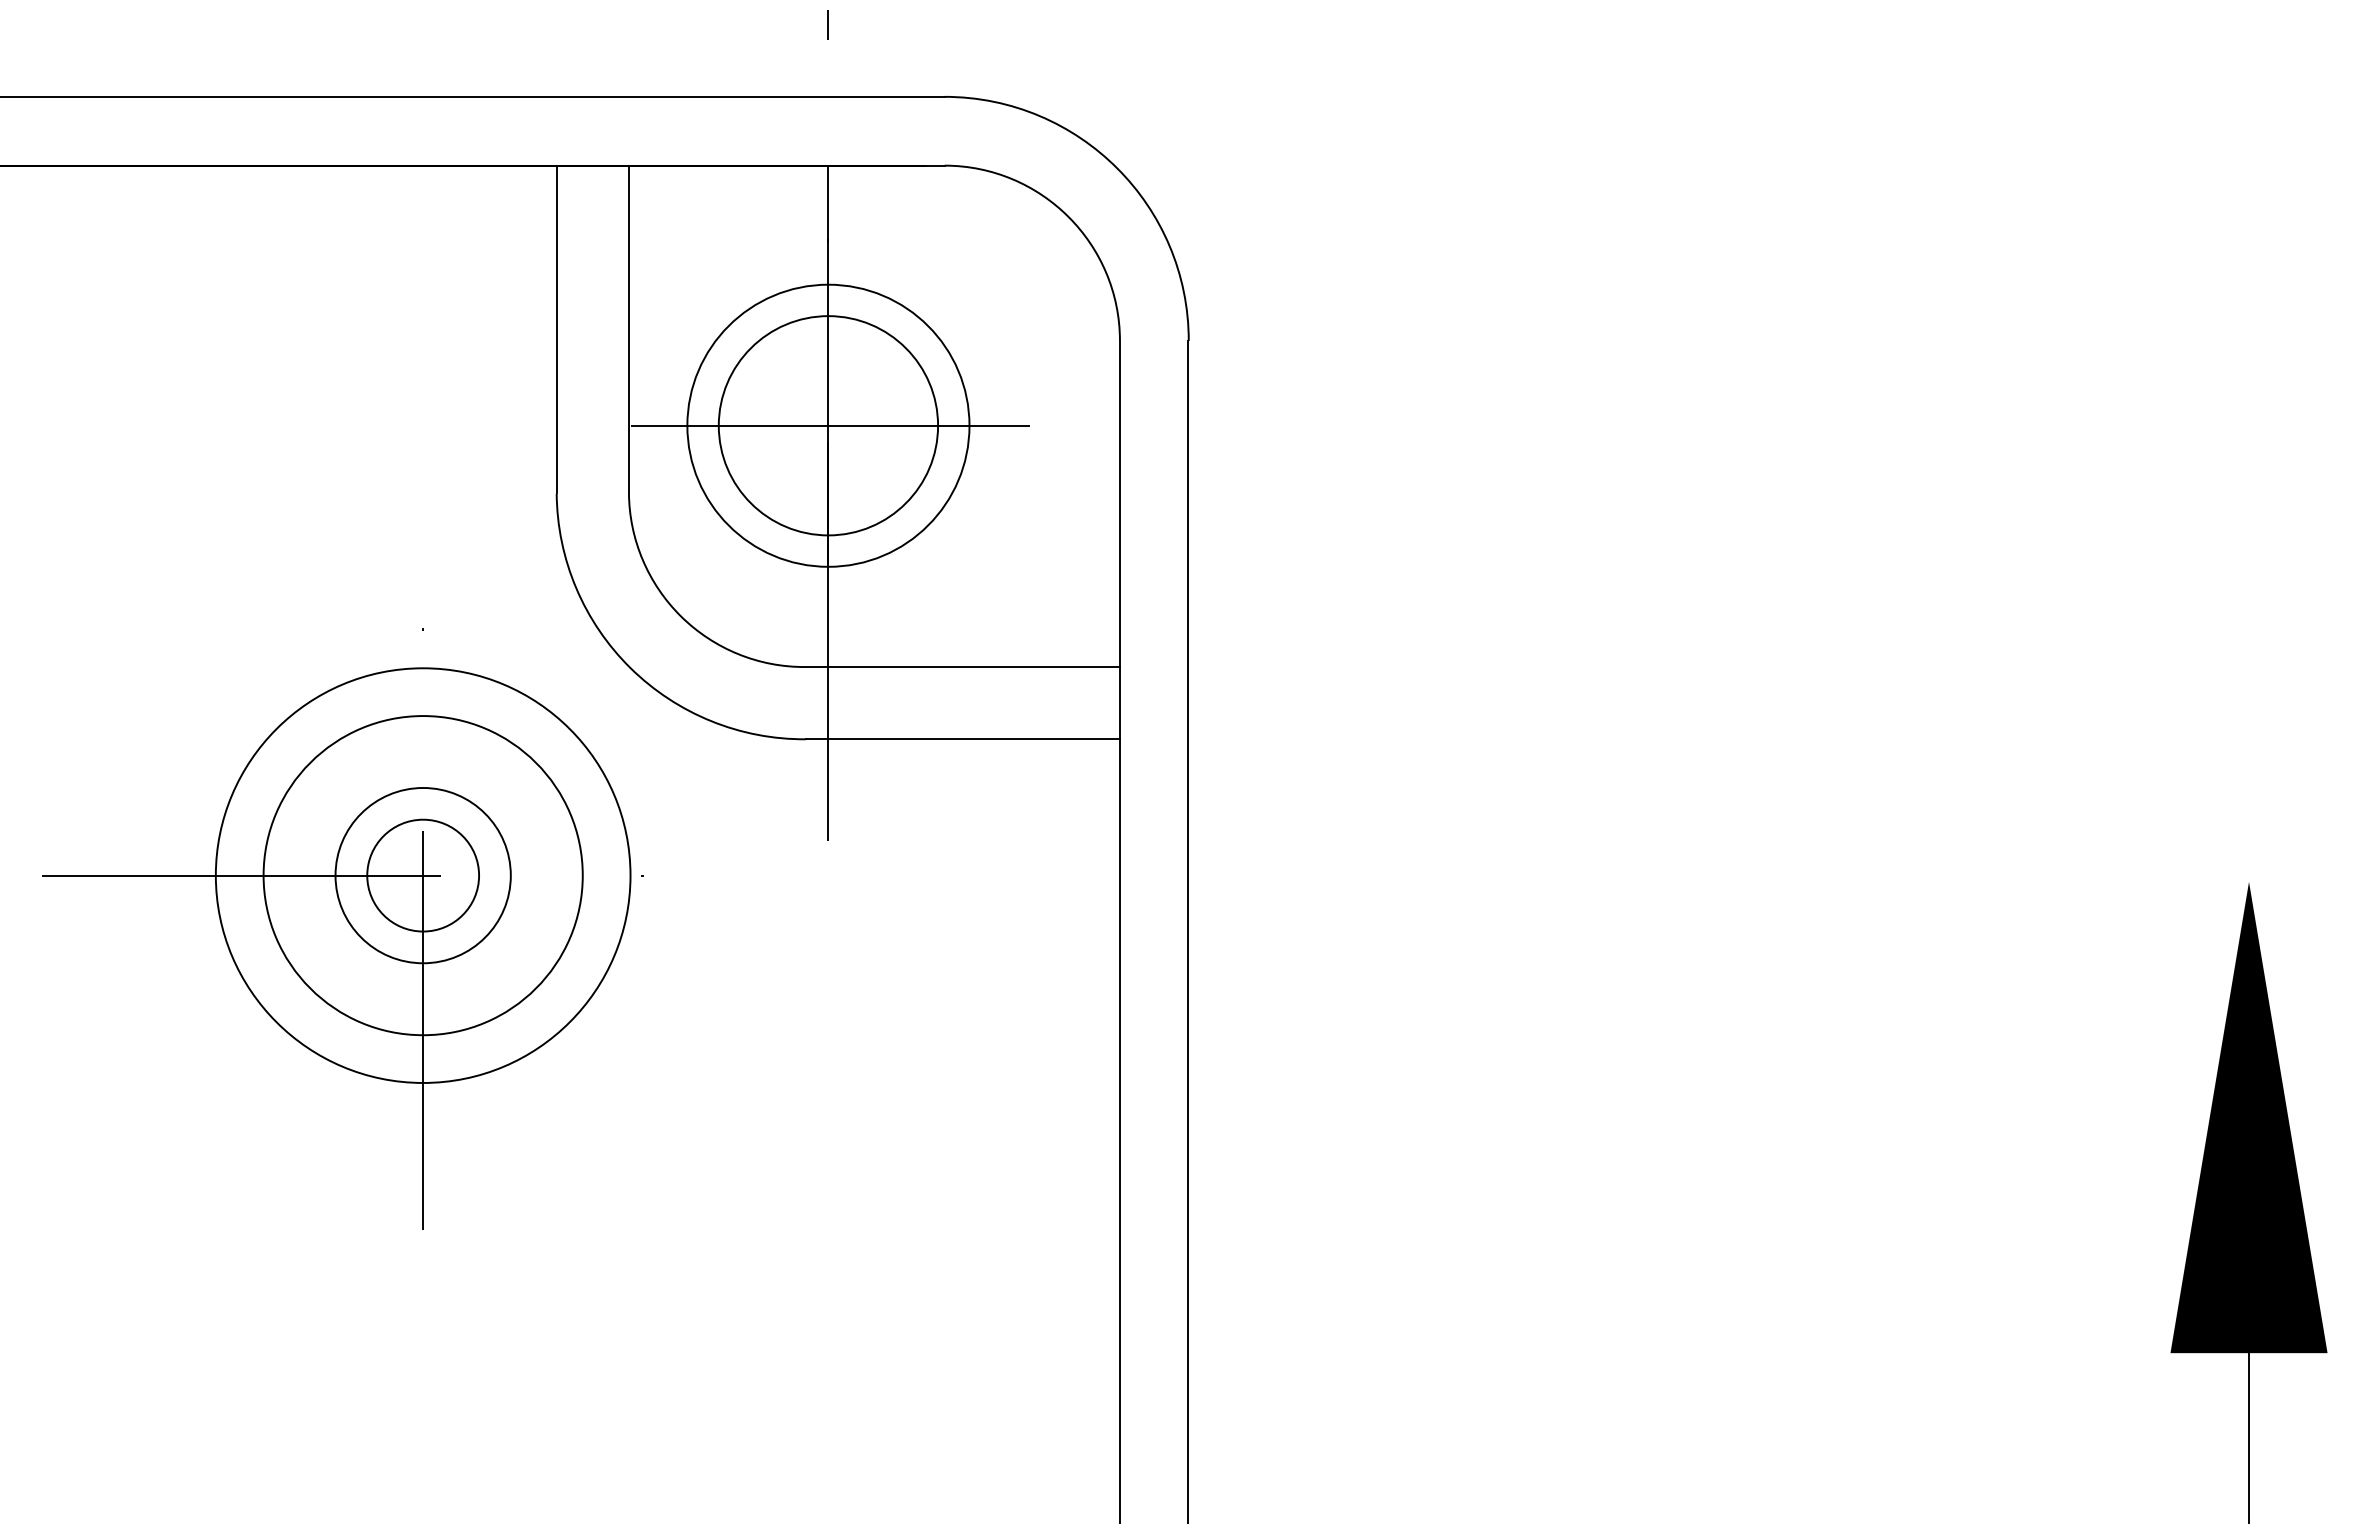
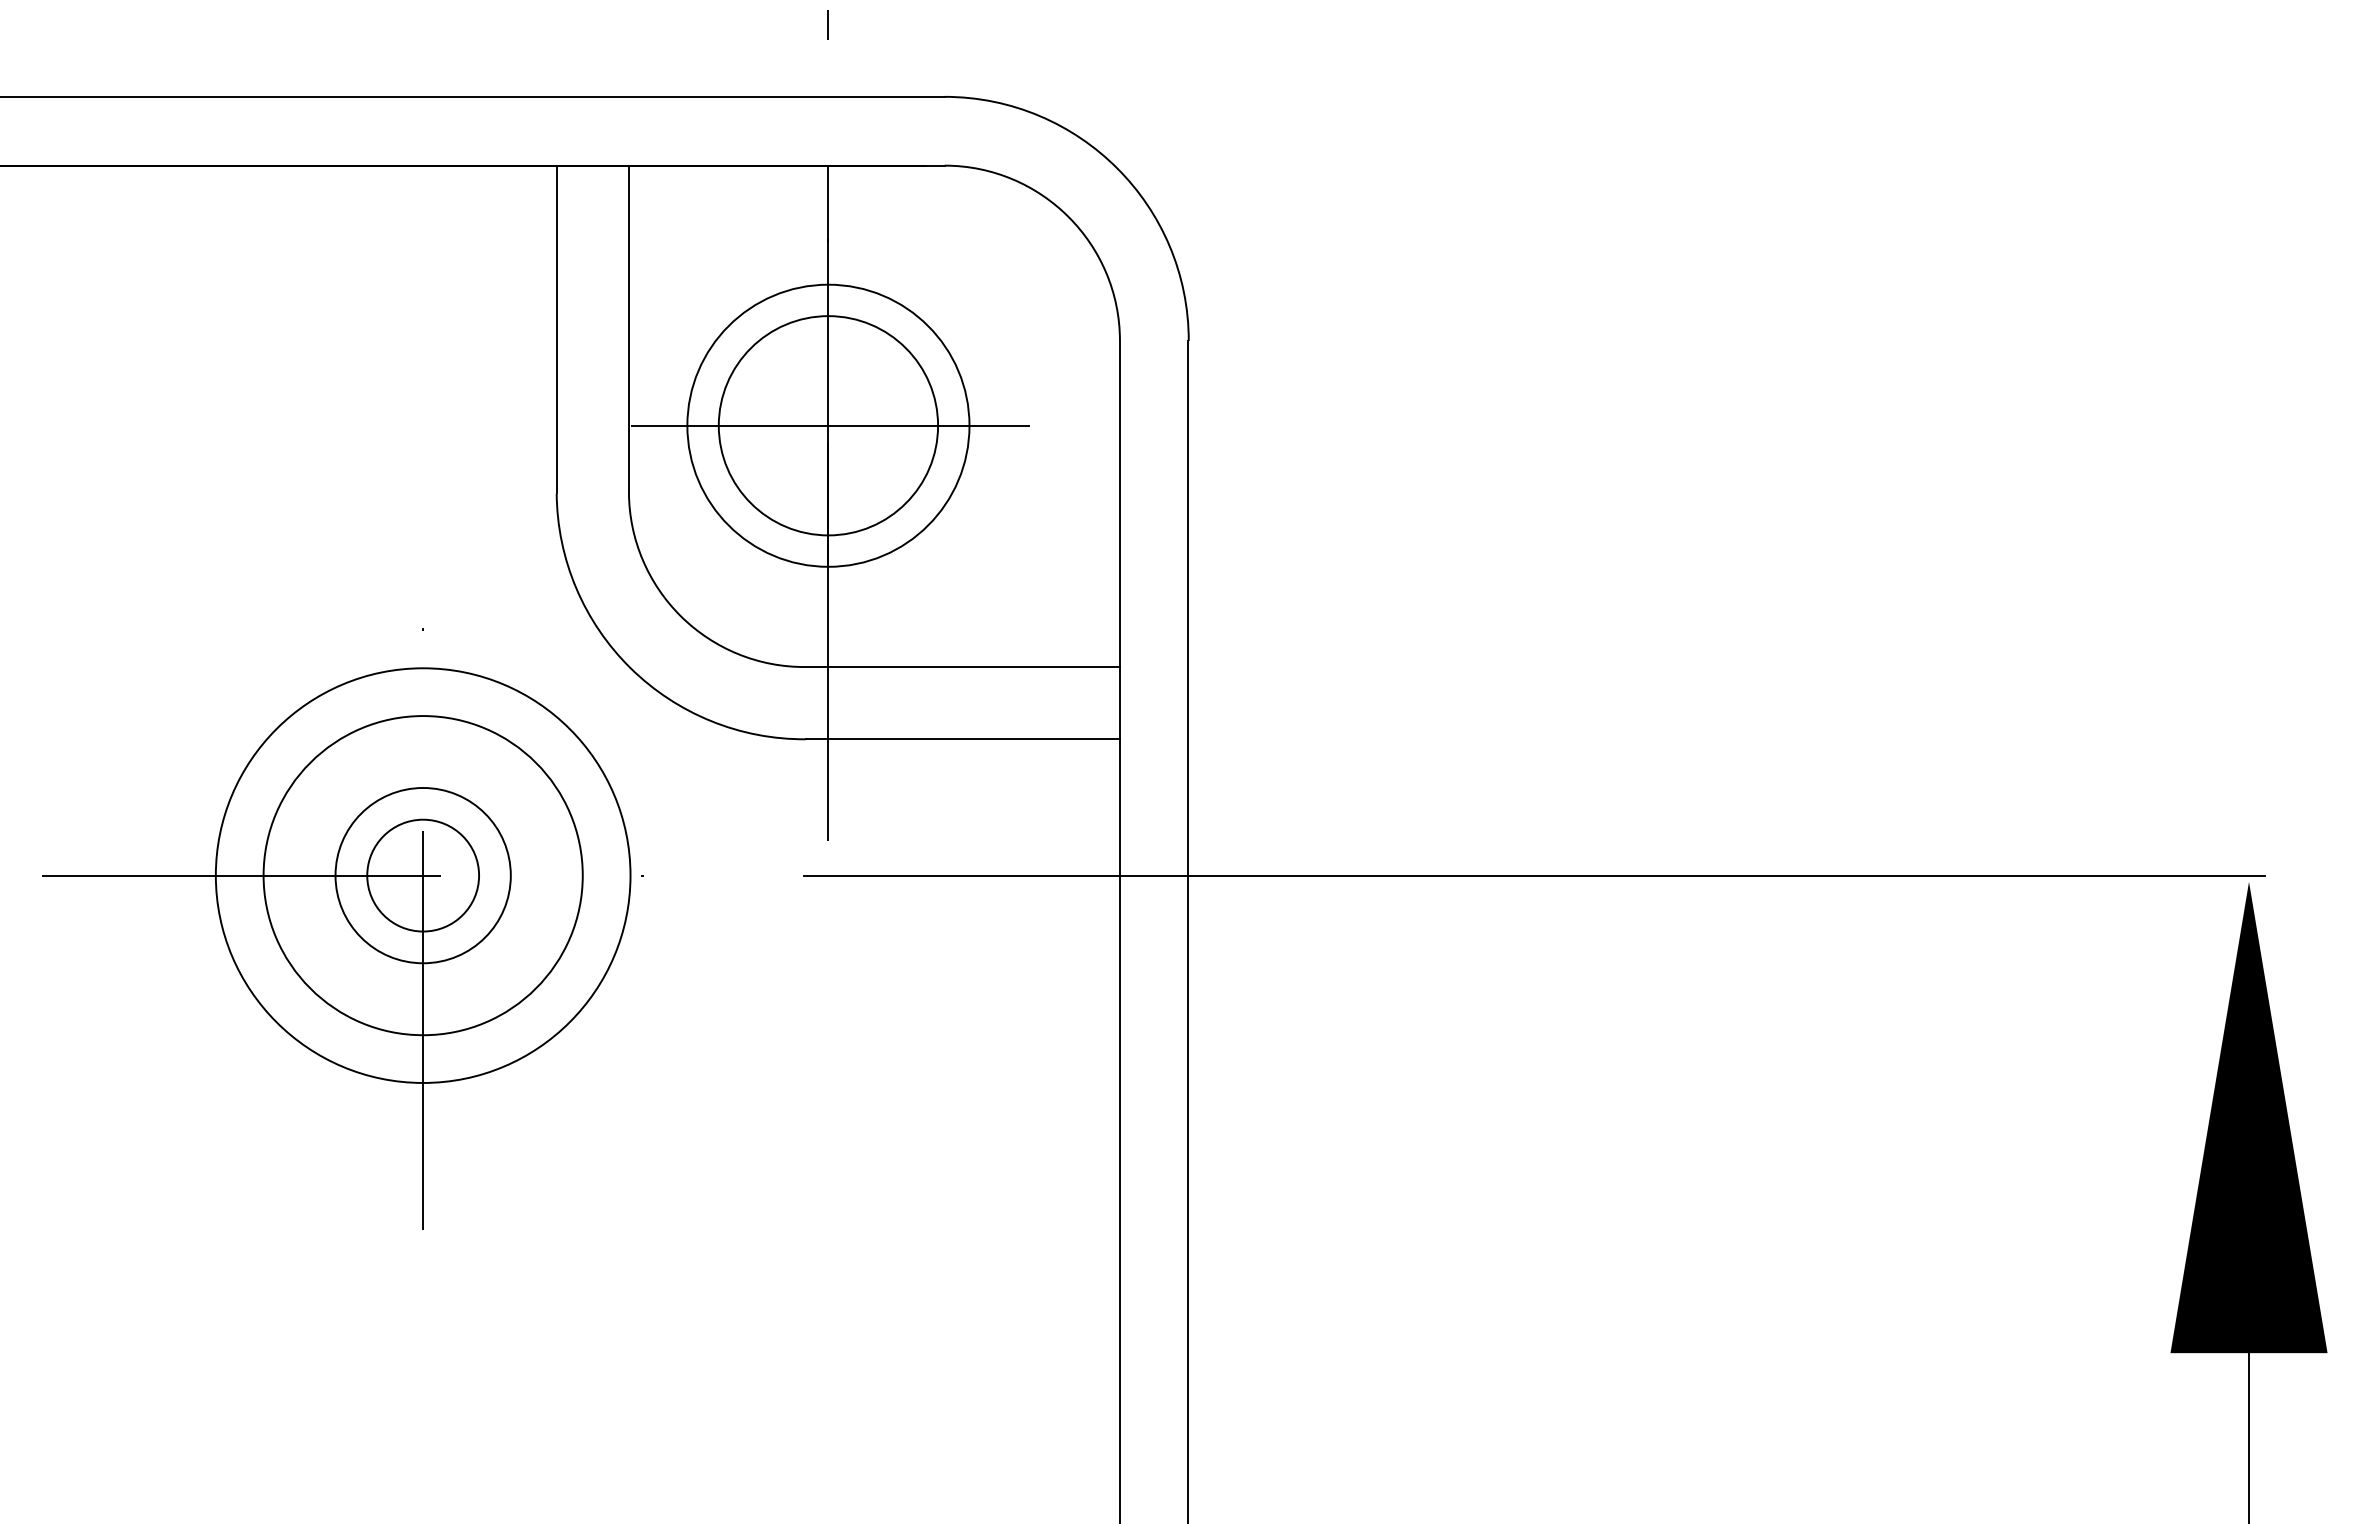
line at (1533, 875): none -> present
